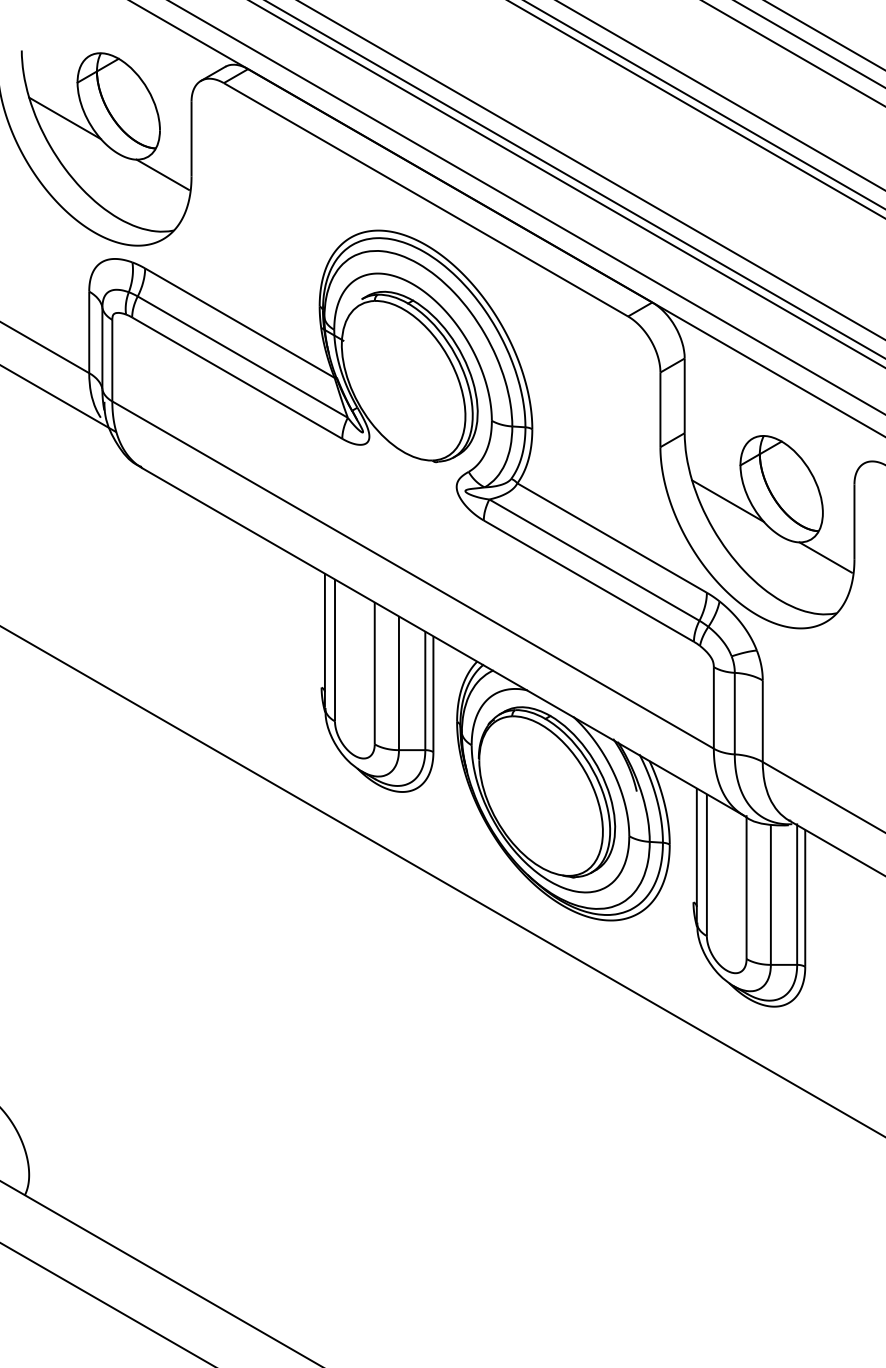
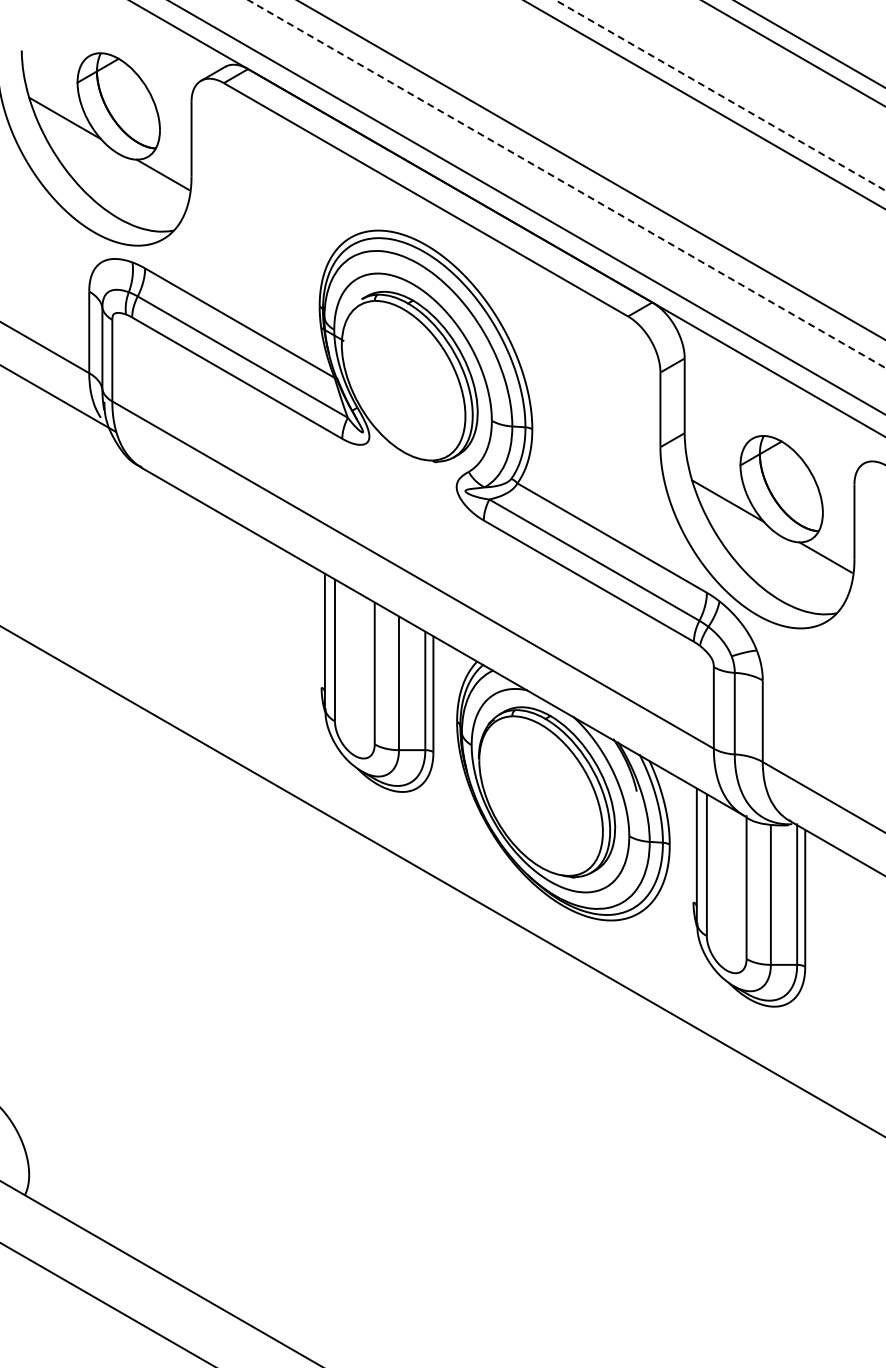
line at (824, 35): present -> none
line at (720, 95): solid -> dashed
line at (696, 109): present -> none
line at (575, 179): present -> none
line at (566, 183): solid -> dashed
